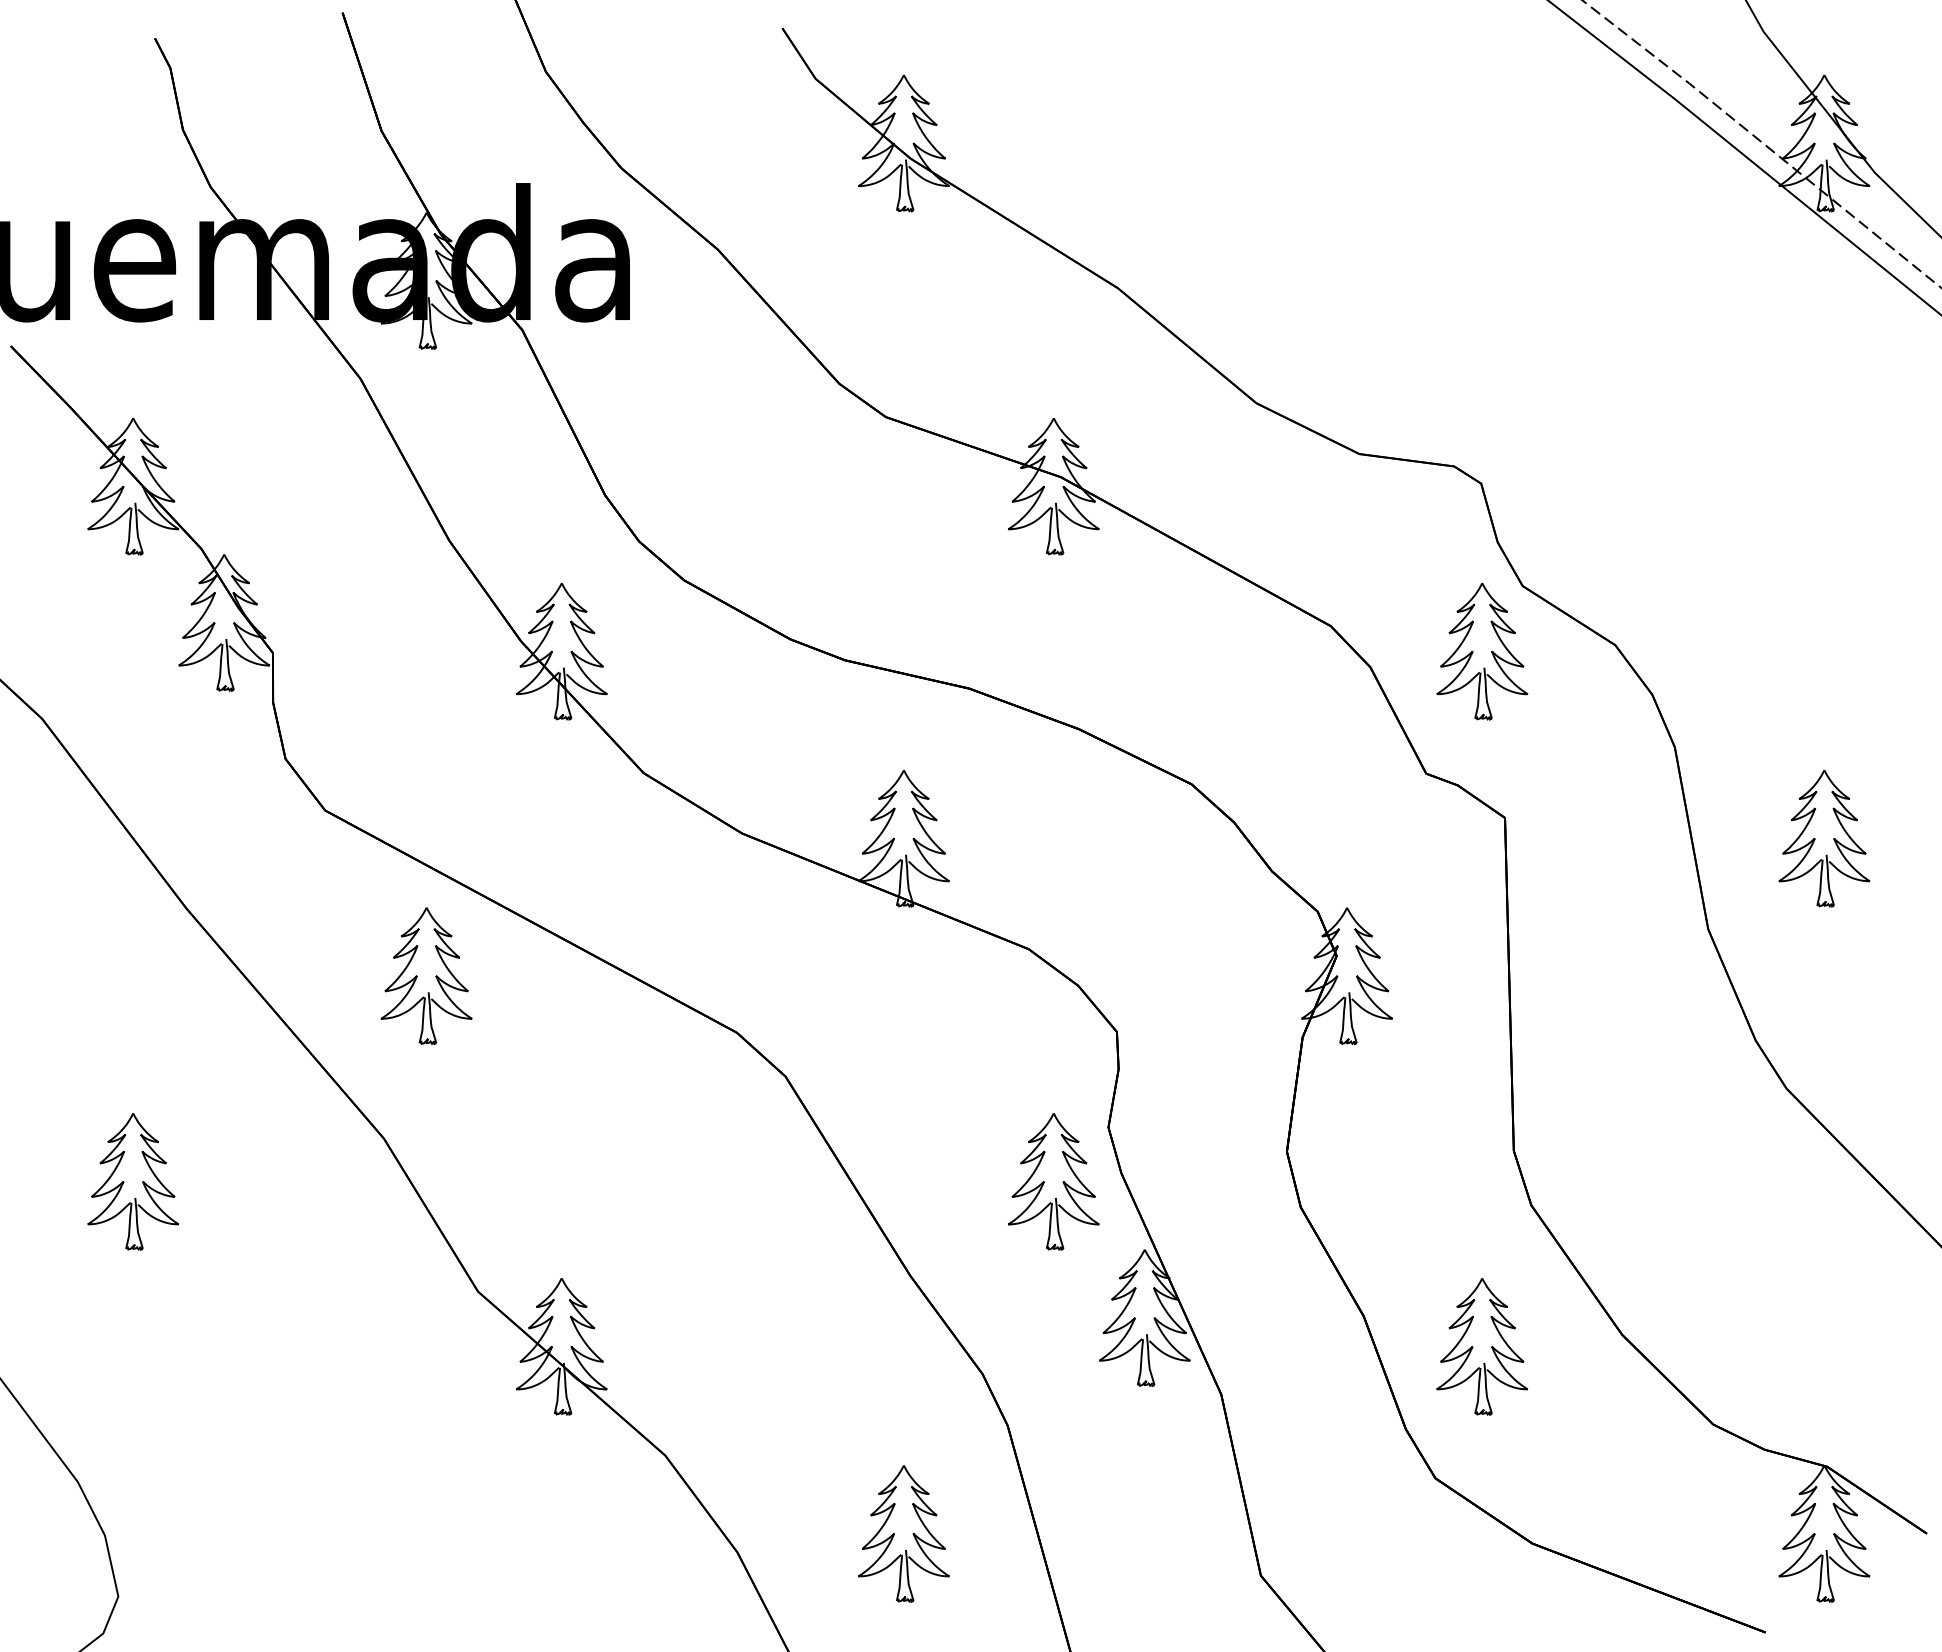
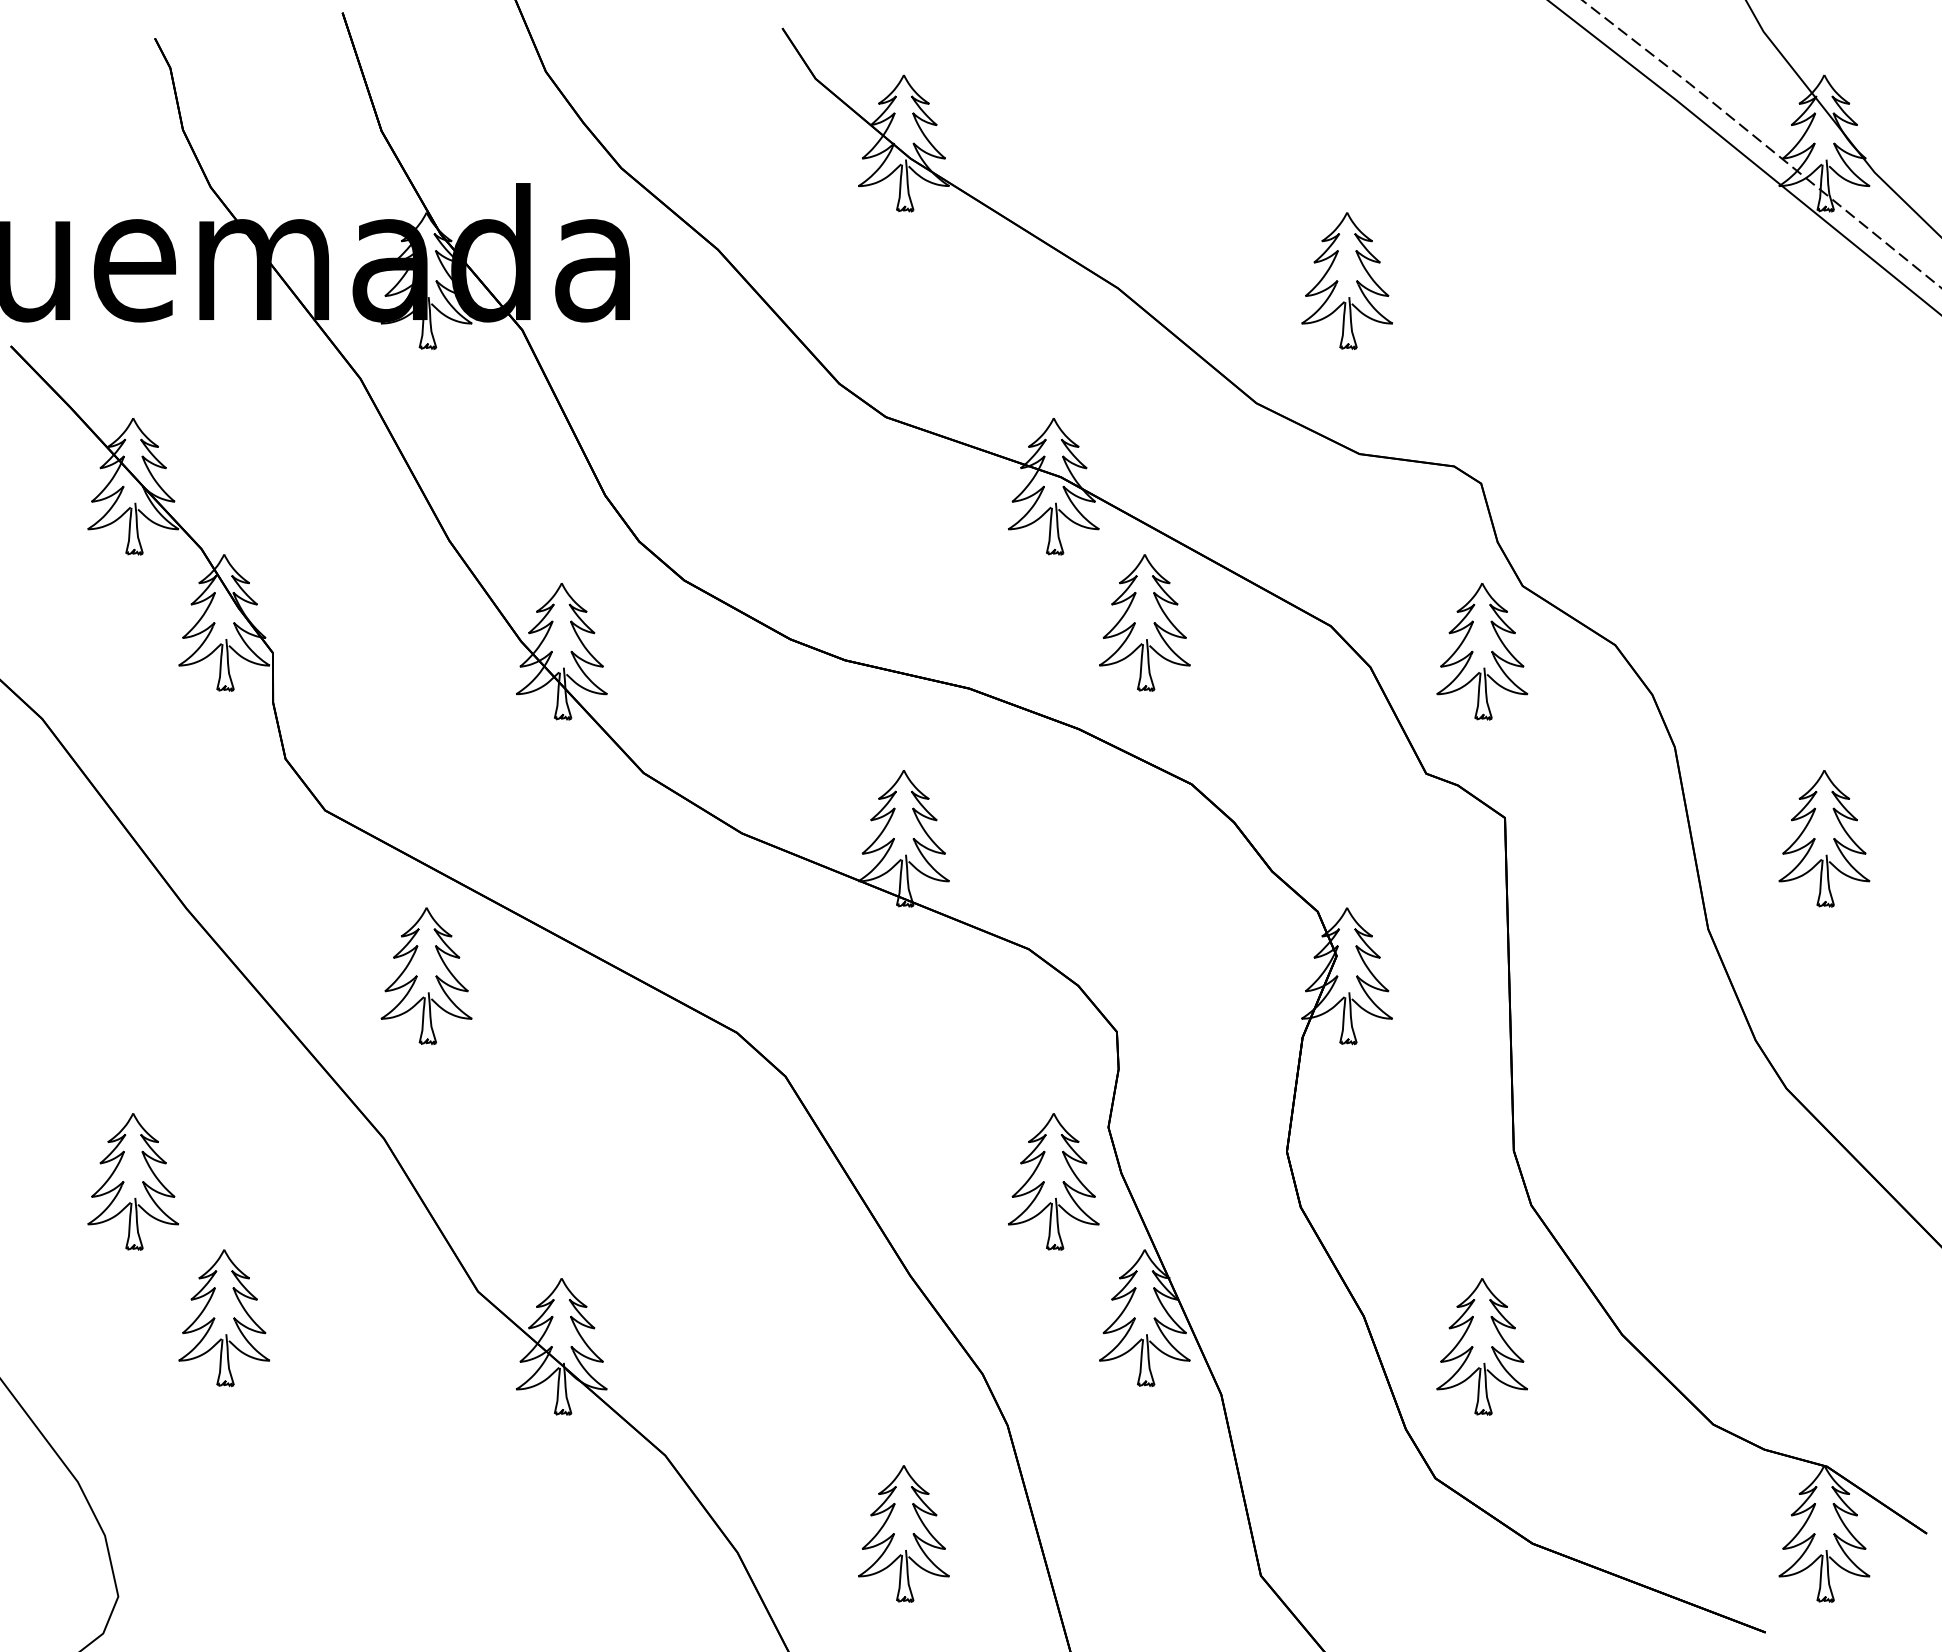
part at (1346, 280): none -> present
part at (1144, 622): none -> present
part at (224, 1318): none -> present
